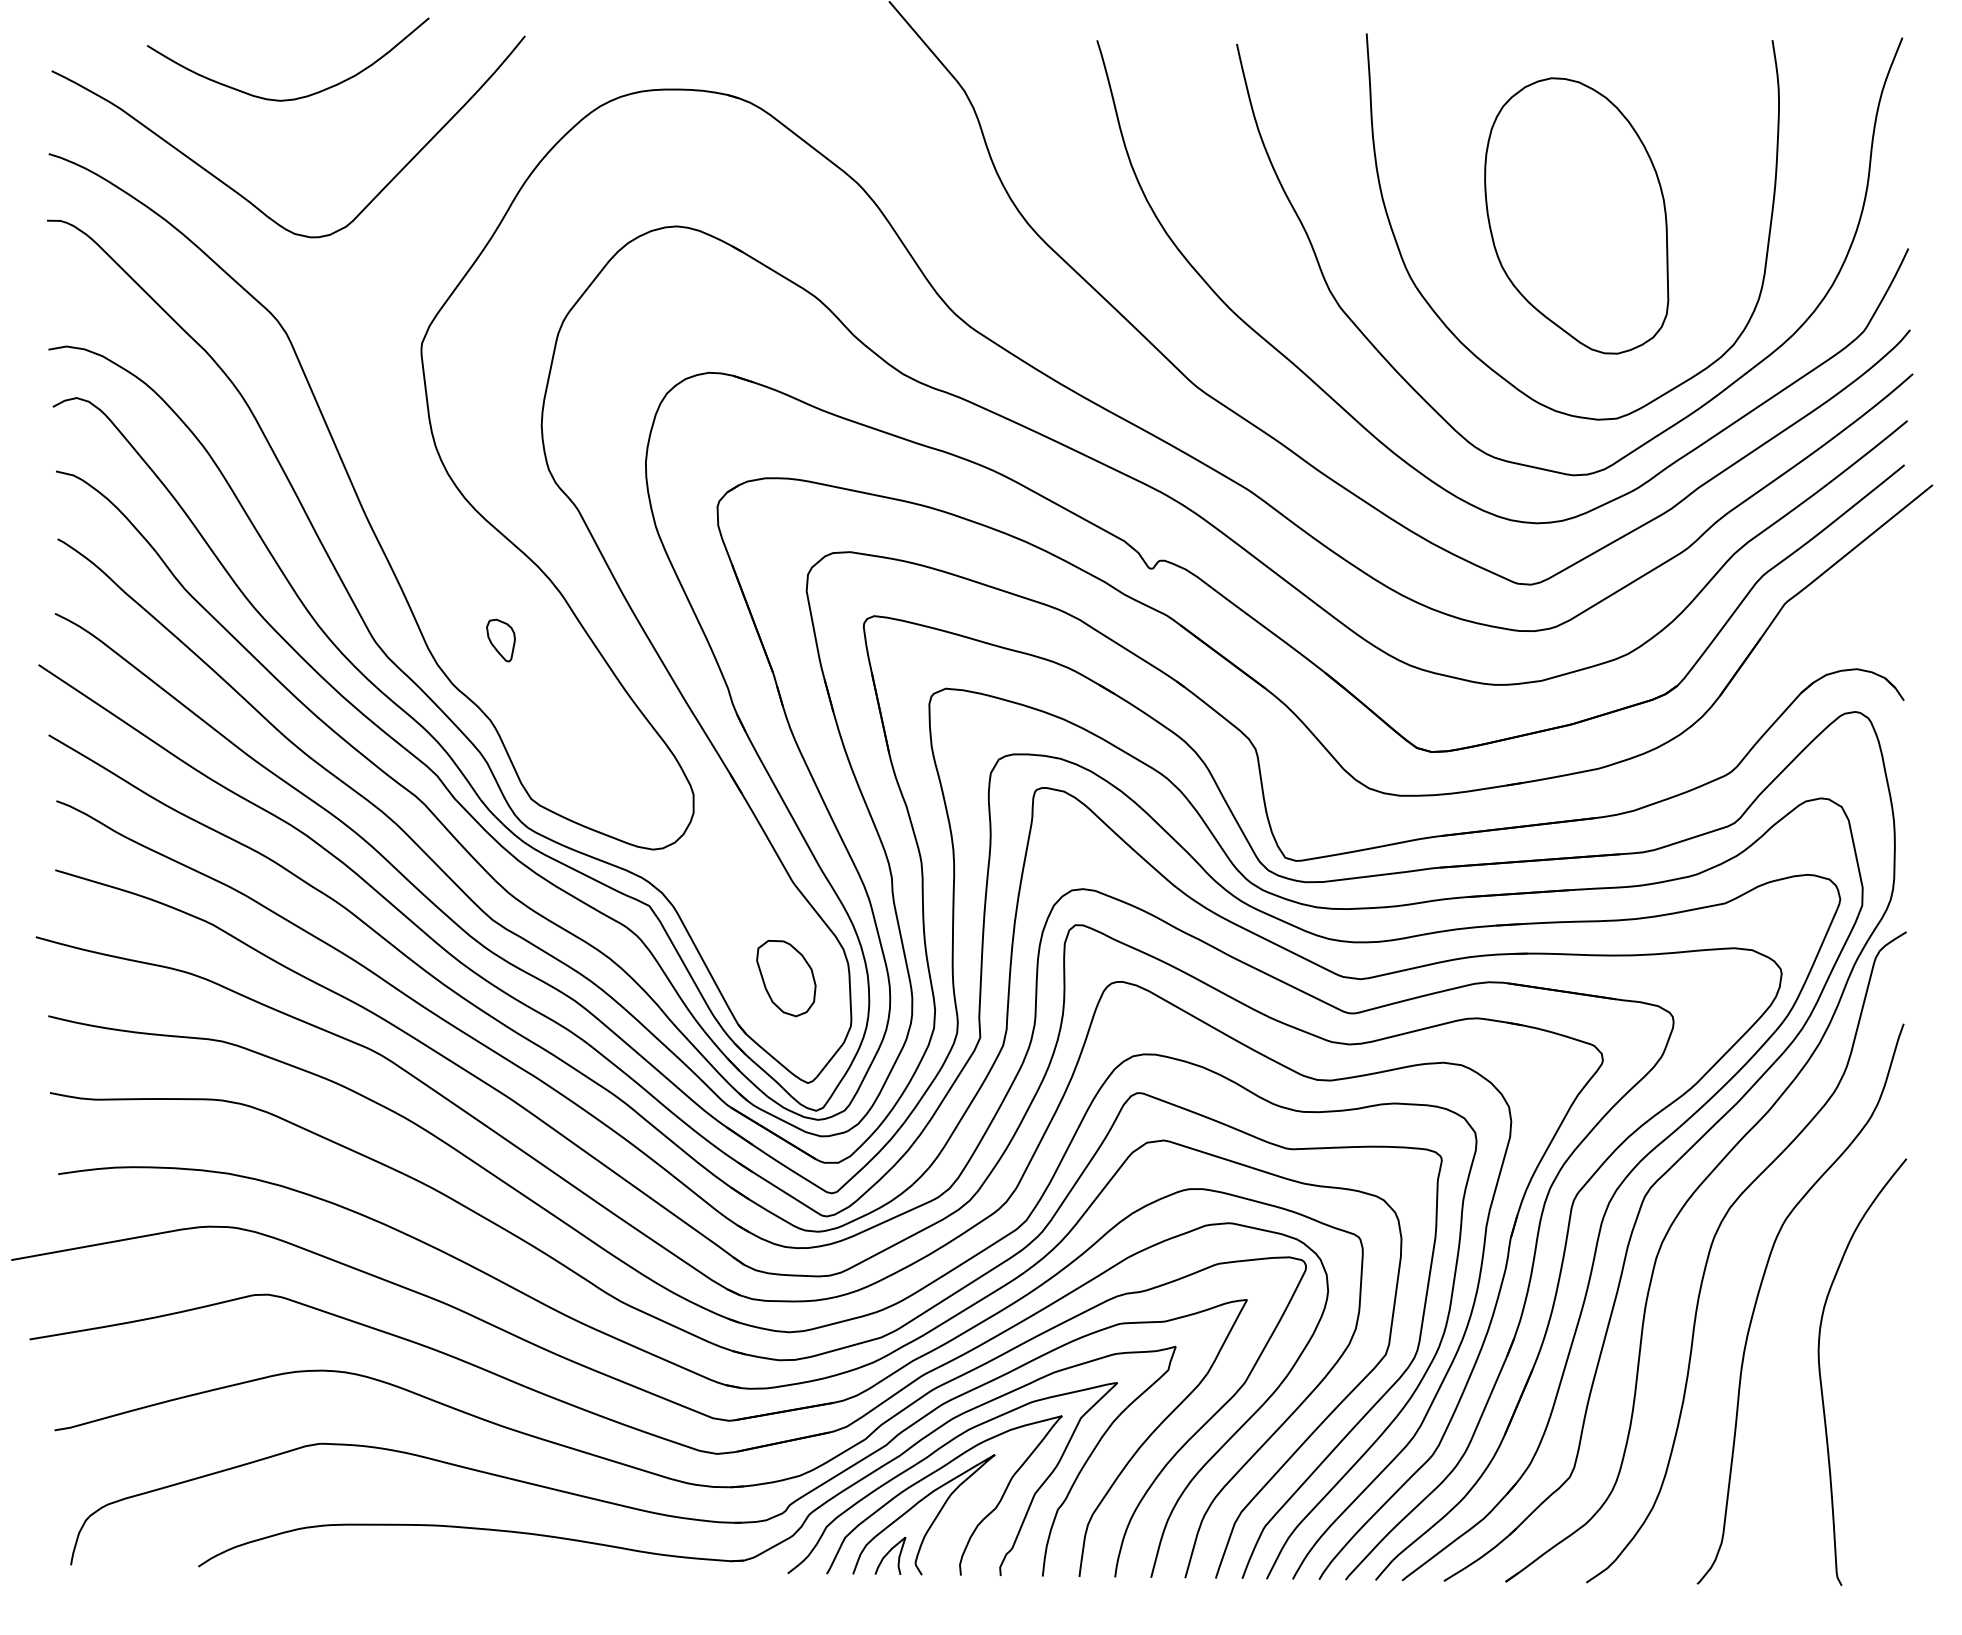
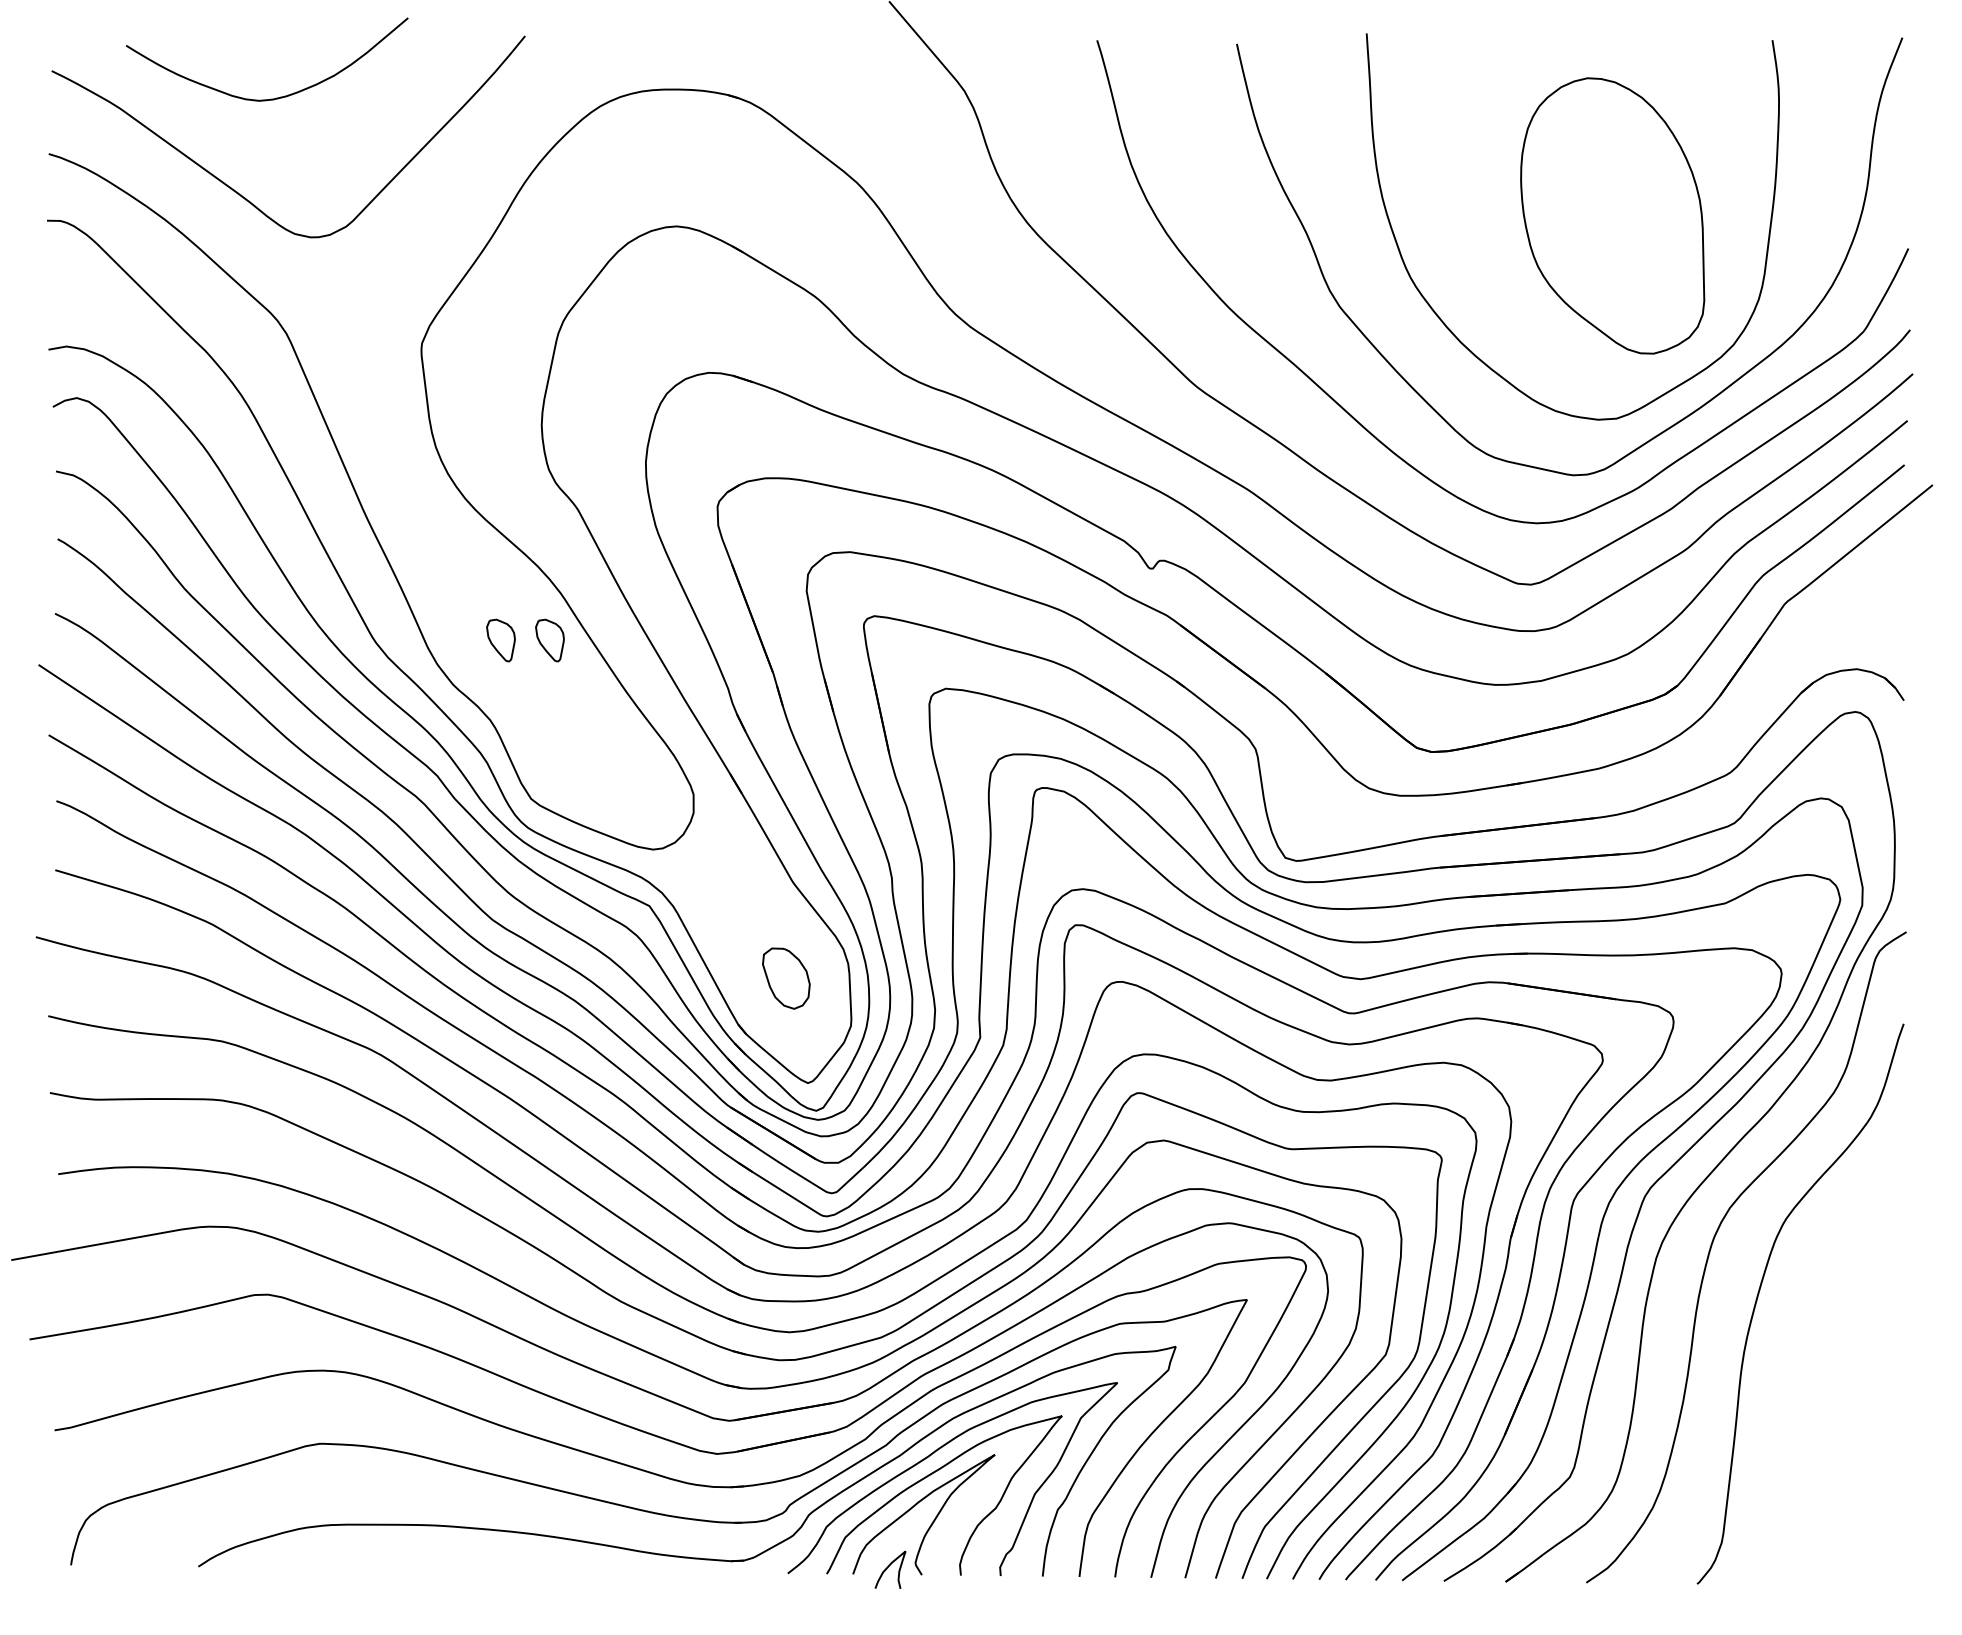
curve at (297, 97) position: (297, 97) -> (276, 97)
part at (1576, 215) position: (1576, 215) -> (1612, 215)
part at (549, 640): none -> present
part at (786, 978) size: 61x78 px -> 49x63 px
curve at (1821, 1376): present -> none
curve at (888, 1553) position: (888, 1553) -> (888, 1567)
